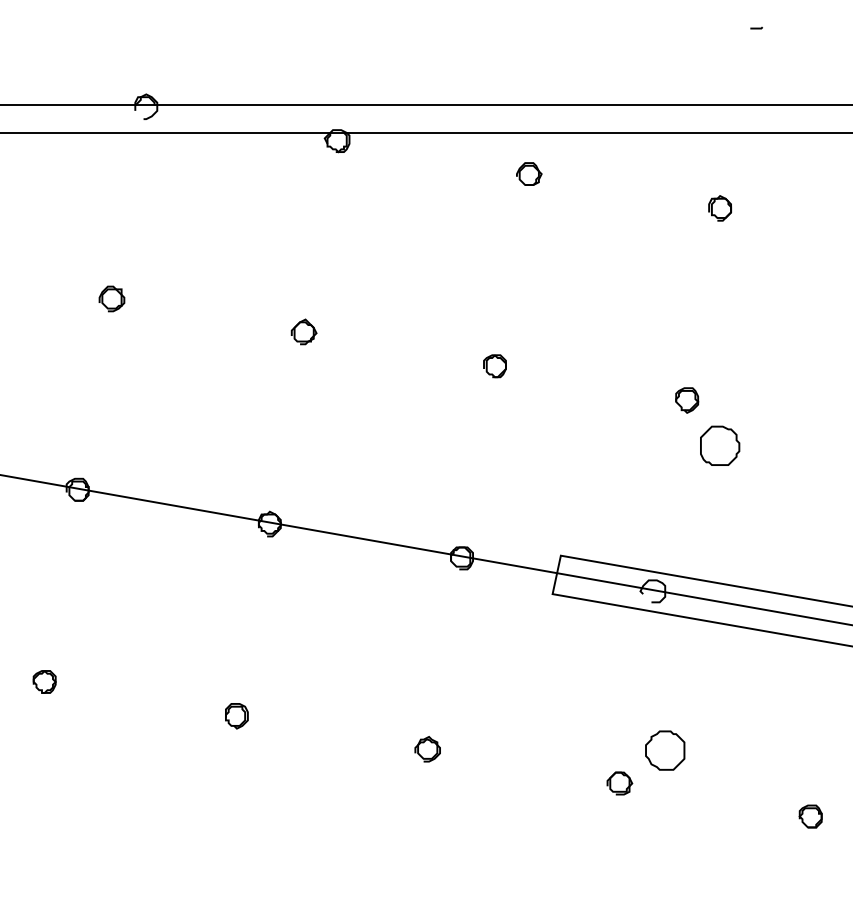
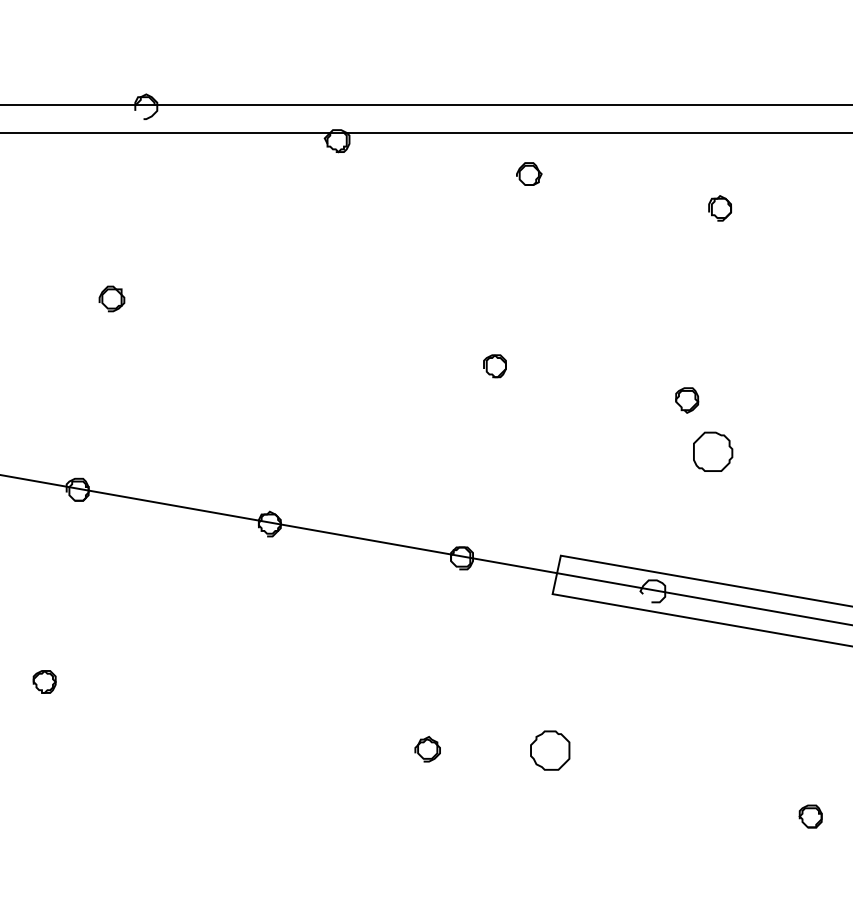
curve at (756, 27): present -> none
part at (303, 331): present -> none
part at (720, 445) position: (720, 445) -> (713, 451)
part at (236, 716): present -> none
part at (665, 750) position: (665, 750) -> (550, 750)
part at (619, 783): present -> none
